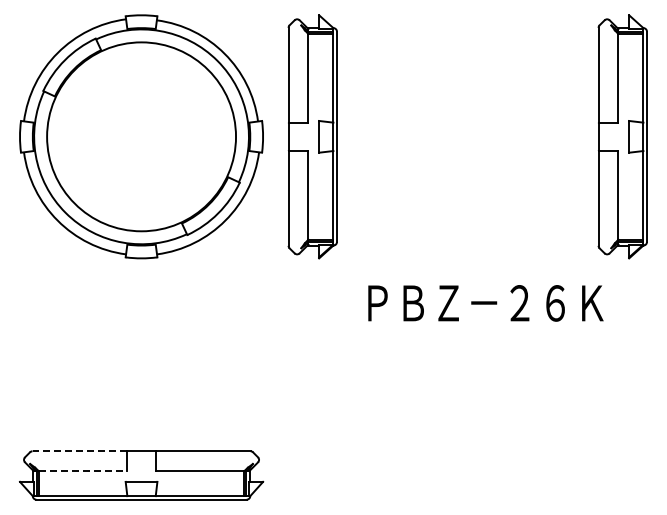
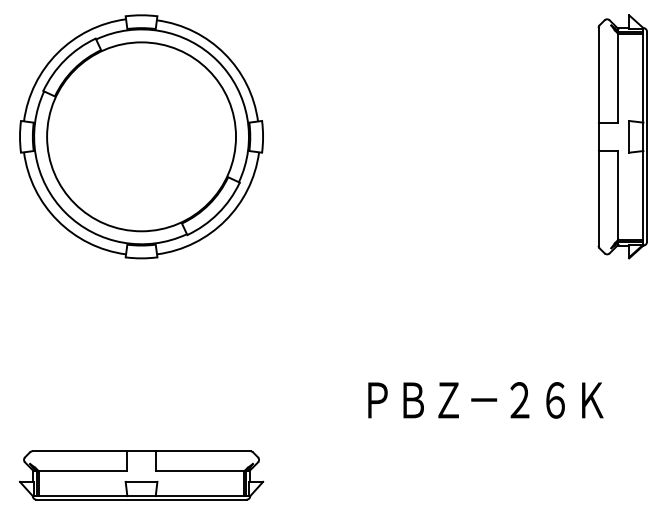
part at (312, 136): present -> none
text at (485, 303) position: (485, 303) -> (485, 400)
line at (79, 451): dashed -> solid
line at (83, 471): dashed -> solid
